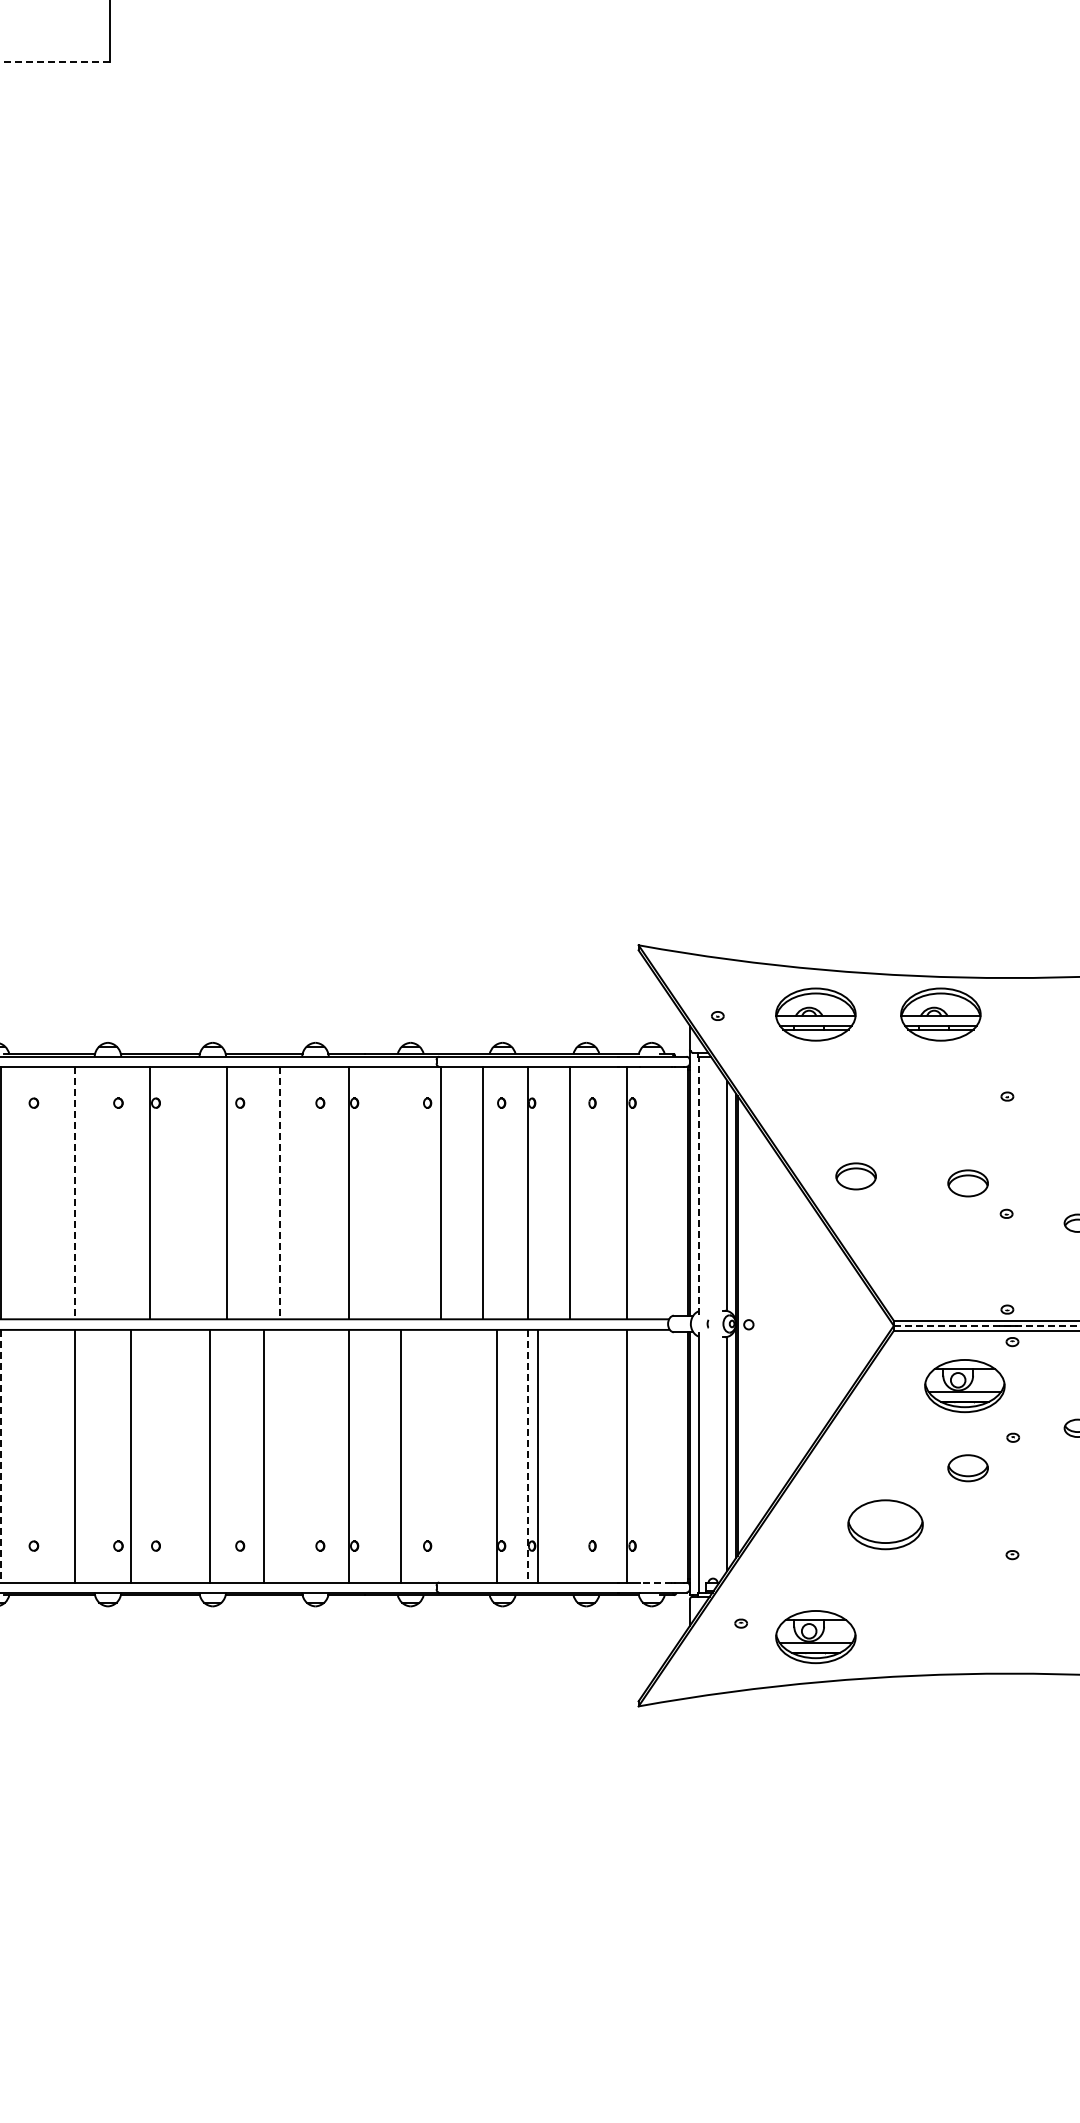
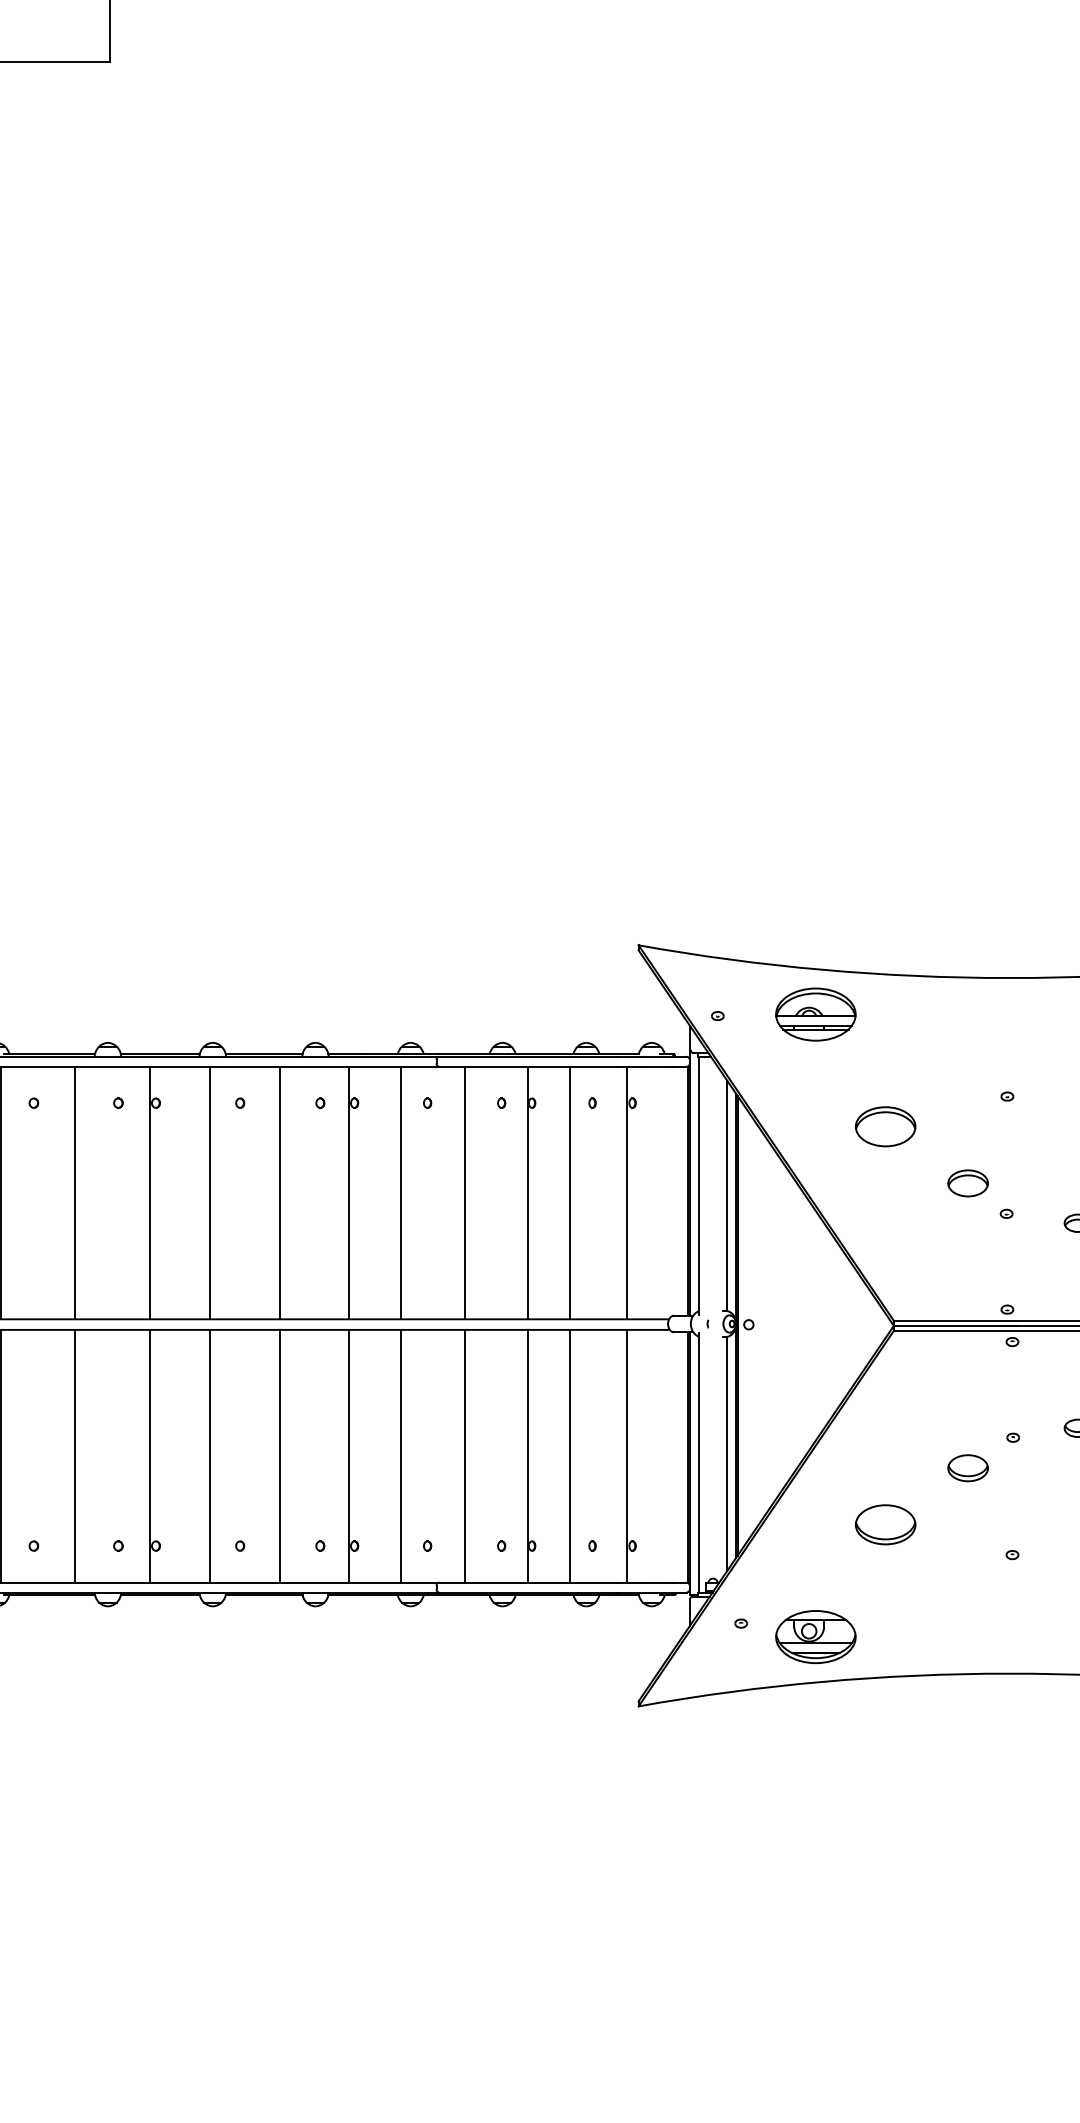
line at (54, 62): dashed -> solid
part at (940, 1014): present -> none
part at (885, 1126): none -> present
part at (855, 1176): present -> none
line at (699, 1185): dashed -> solid
line at (227, 1192) position: (227, 1192) -> (210, 1192)
line at (441, 1192) position: (441, 1192) -> (401, 1192)
line at (483, 1192) position: (483, 1192) -> (465, 1192)
line at (75, 1193): dashed -> solid
line at (279, 1193): dashed -> solid
line at (986, 1325): dashed -> solid
part at (964, 1386): present -> none
line at (130, 1455) position: (130, 1455) -> (149, 1455)
line at (263, 1455) position: (263, 1455) -> (279, 1455)
line at (497, 1455) position: (497, 1455) -> (465, 1455)
line at (538, 1455) position: (538, 1455) -> (570, 1455)
line at (0, 1456): dashed -> solid
line at (527, 1456): dashed -> solid
part at (885, 1524) size: 77x52 px -> 62x42 px
line at (655, 1582): dashed -> solid
